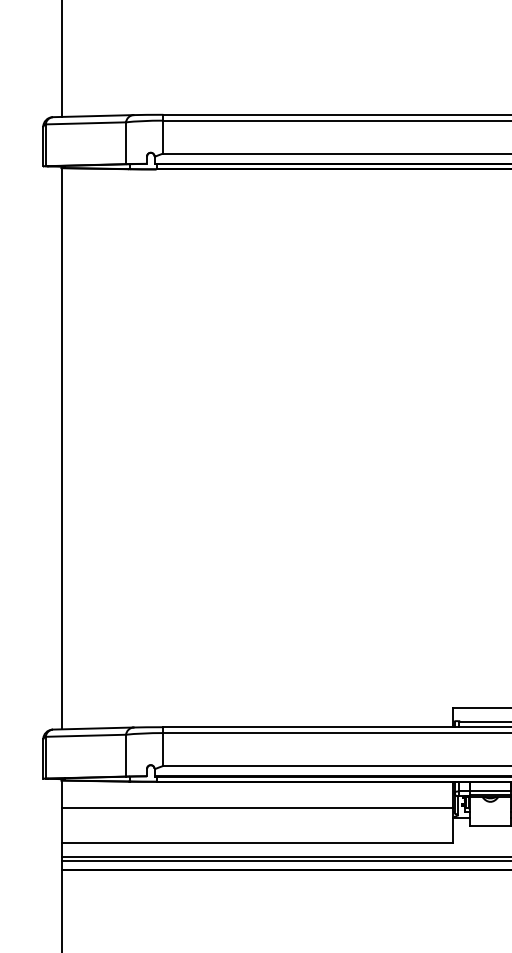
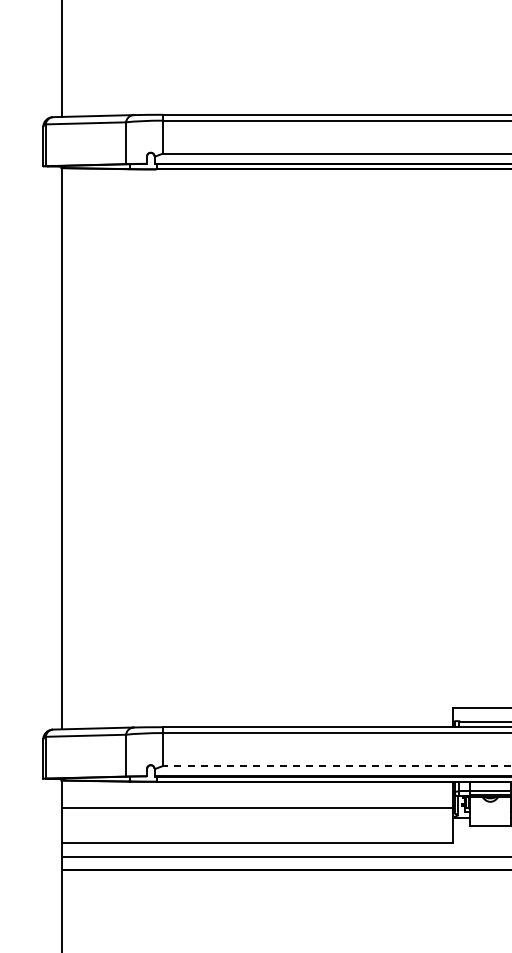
line at (337, 765): solid -> dashed
line at (284, 860): present -> none
